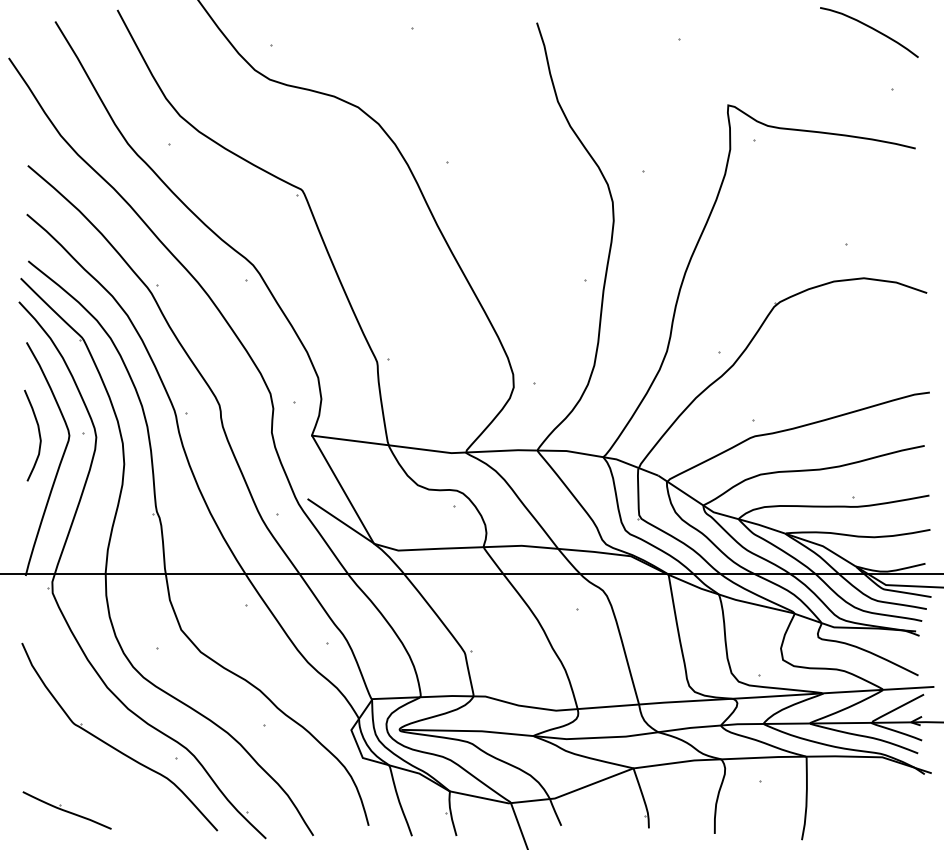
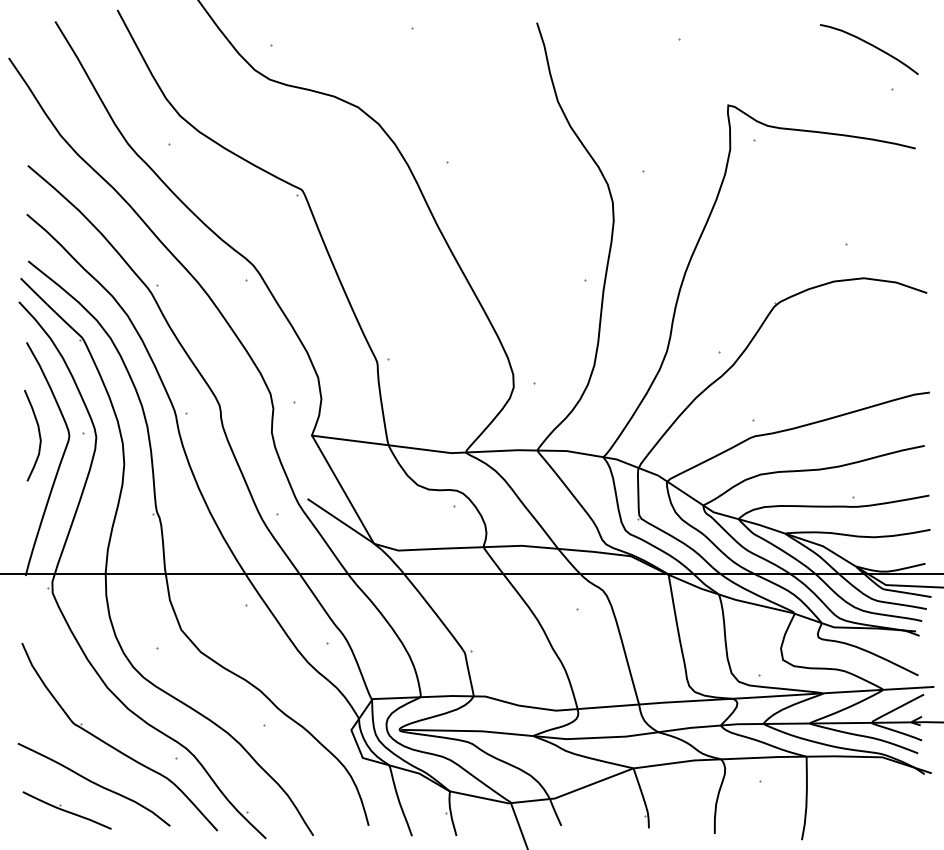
curve at (870, 28) position: (870, 28) -> (870, 45)
curve at (93, 783): none -> present
